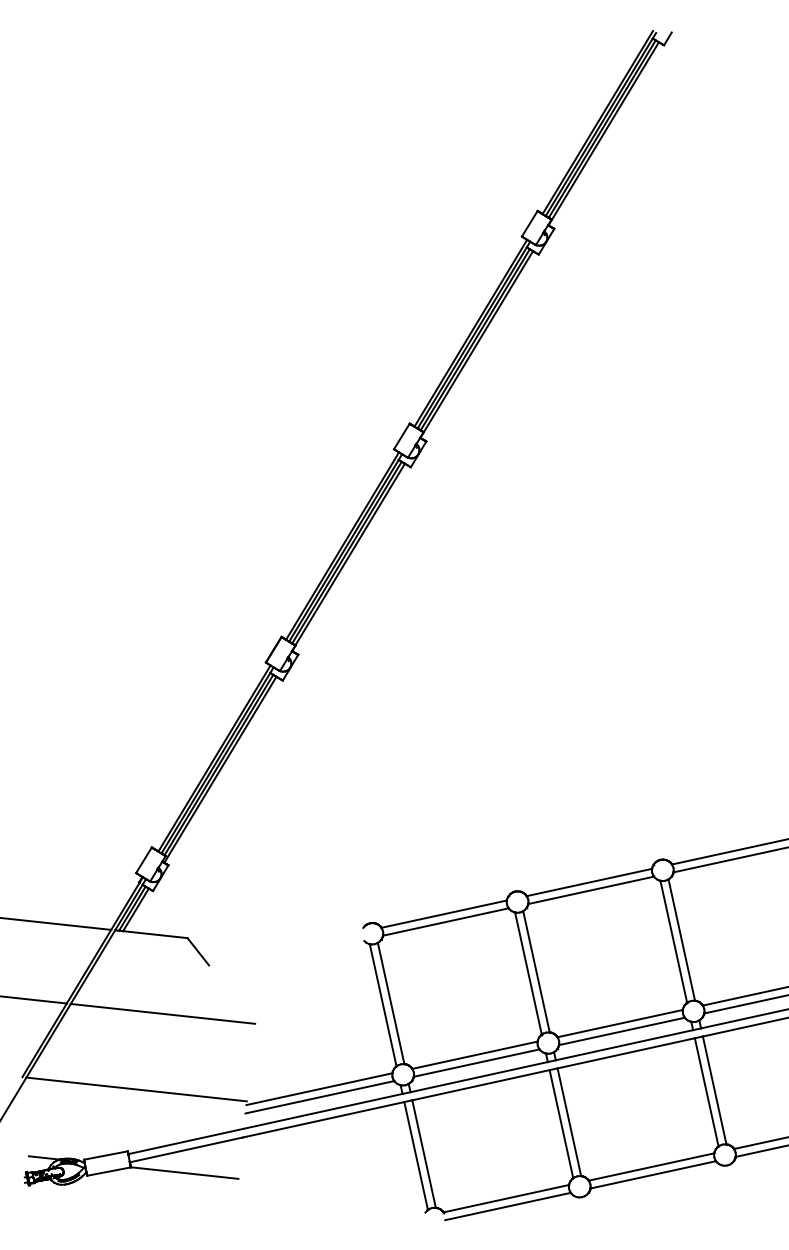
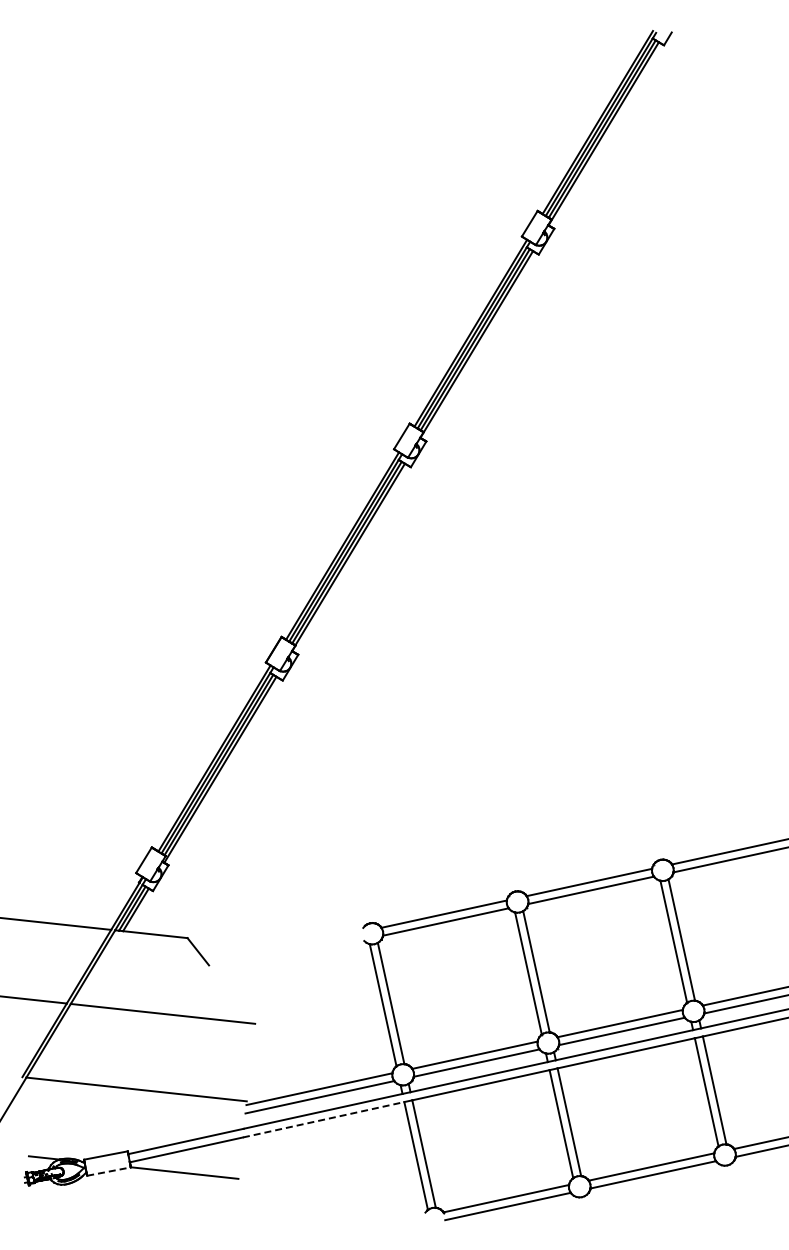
line at (323, 1119): solid -> dashed
line at (109, 1171): solid -> dashed
